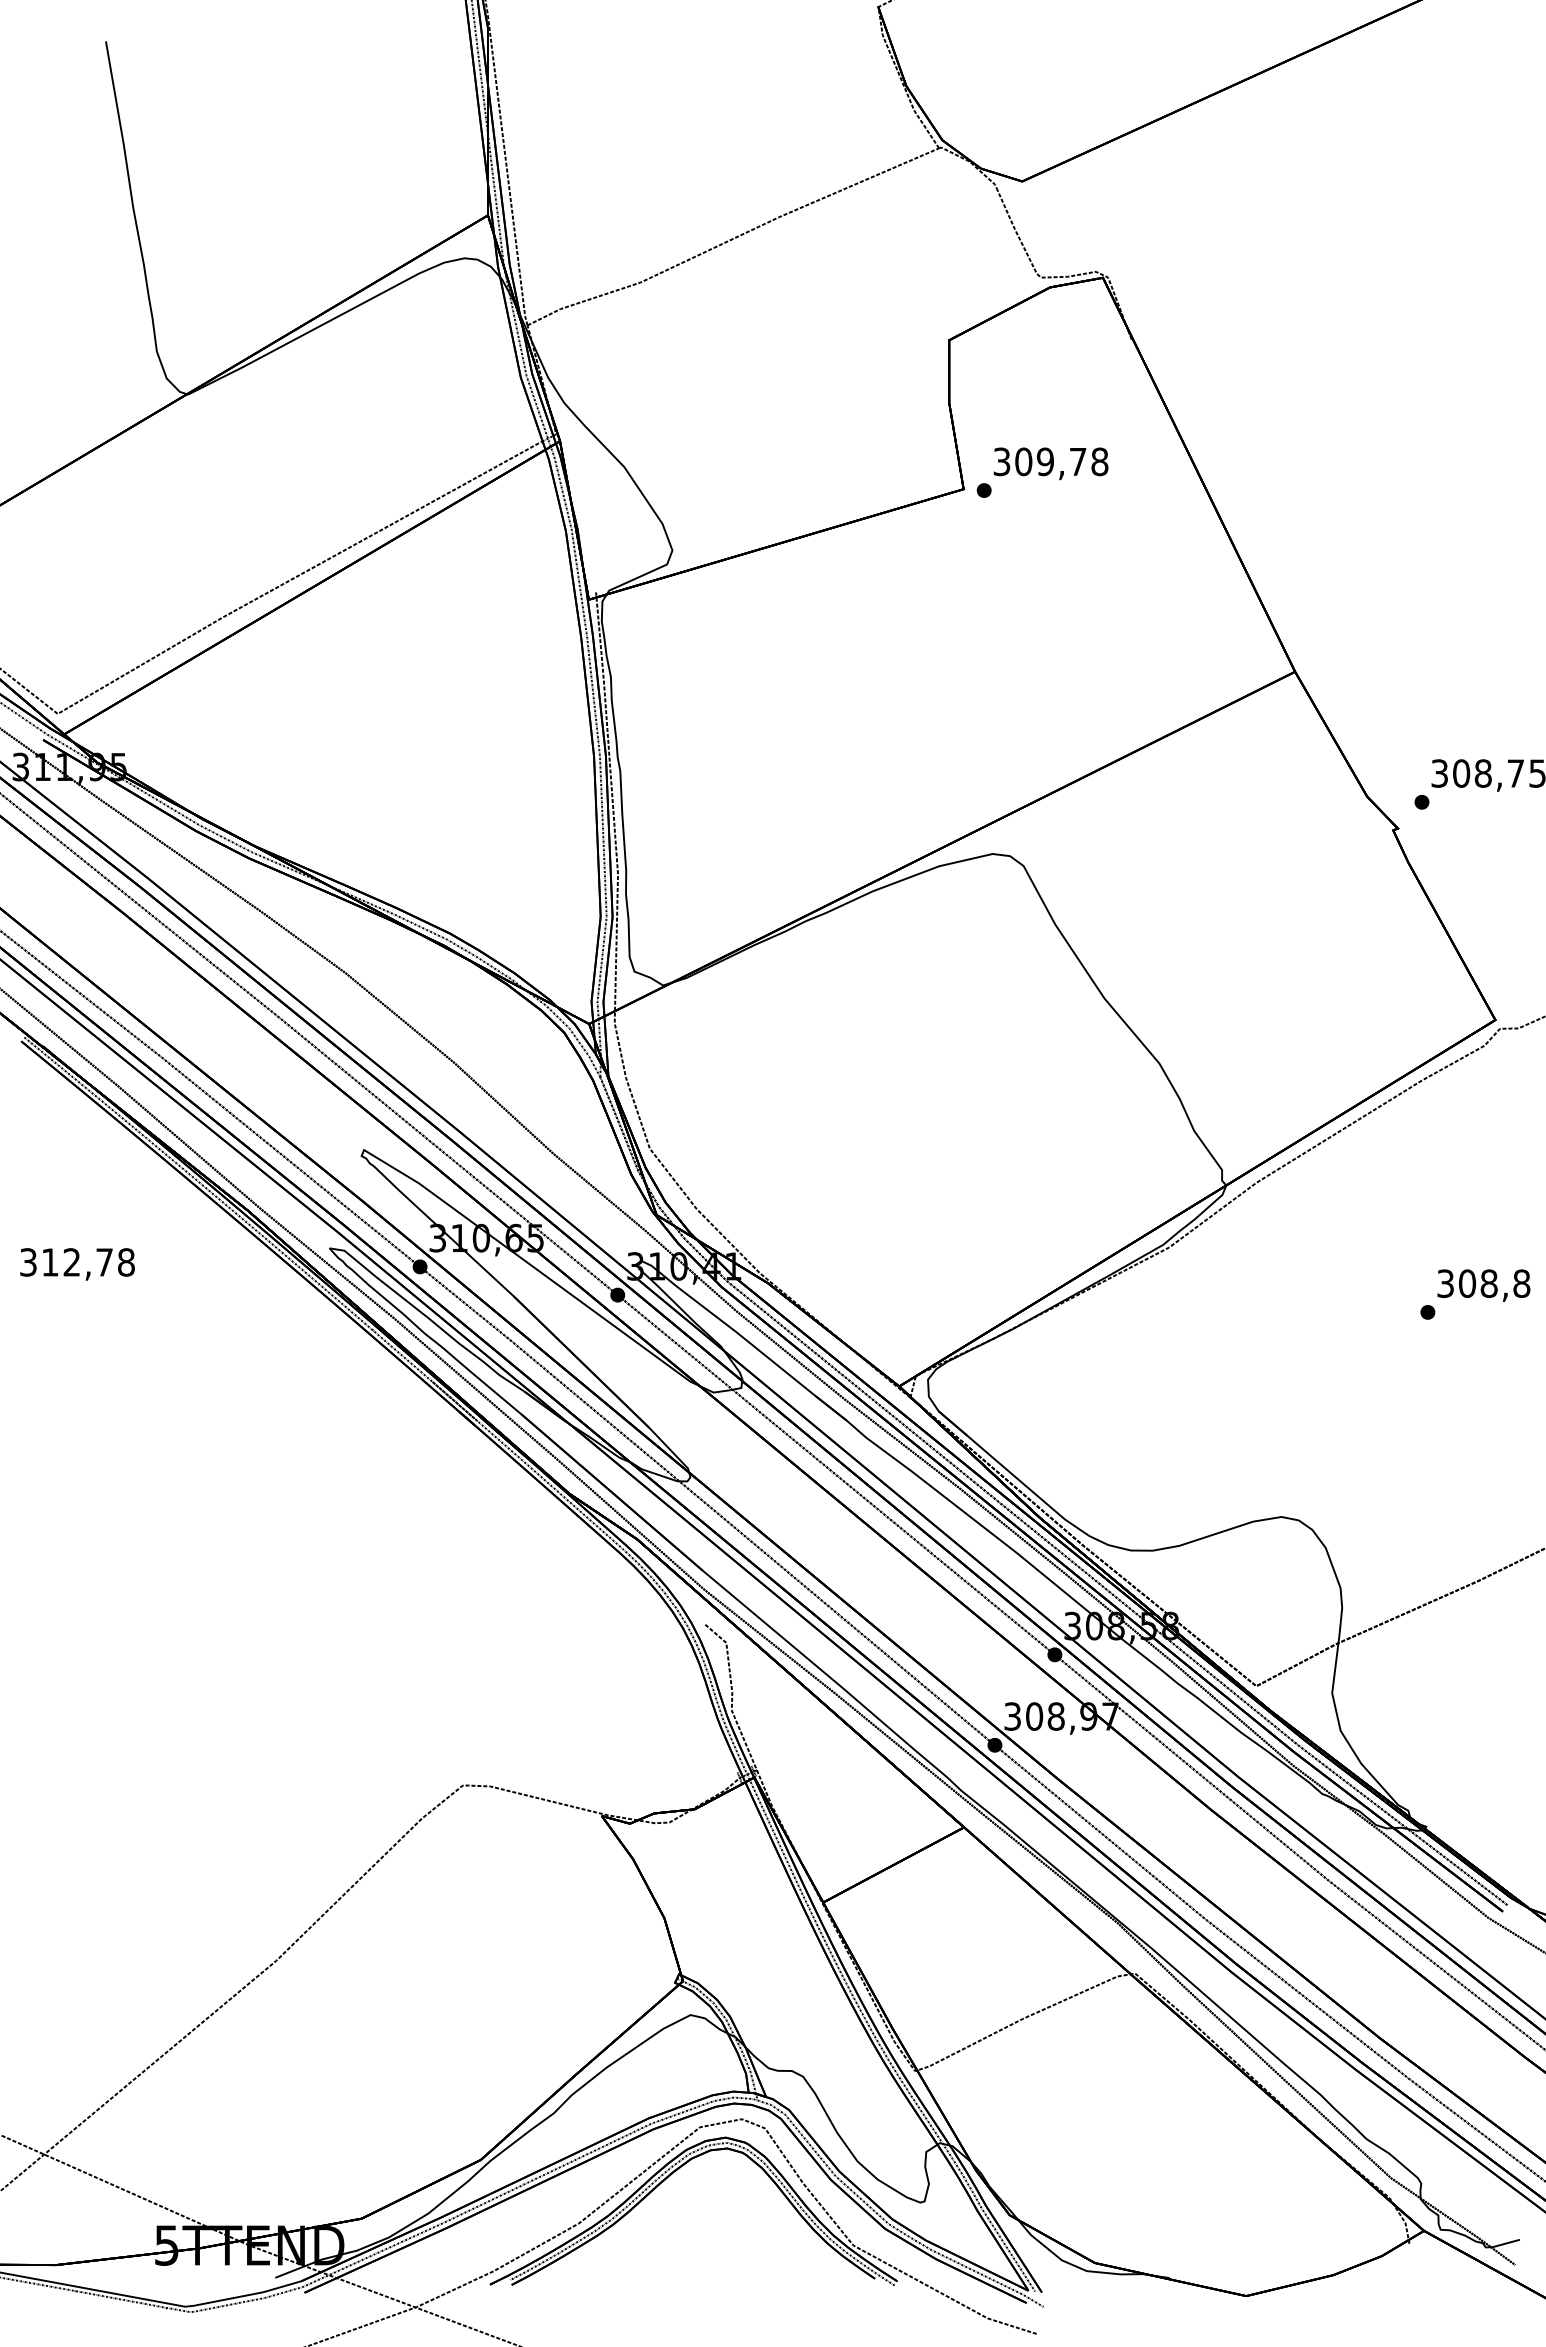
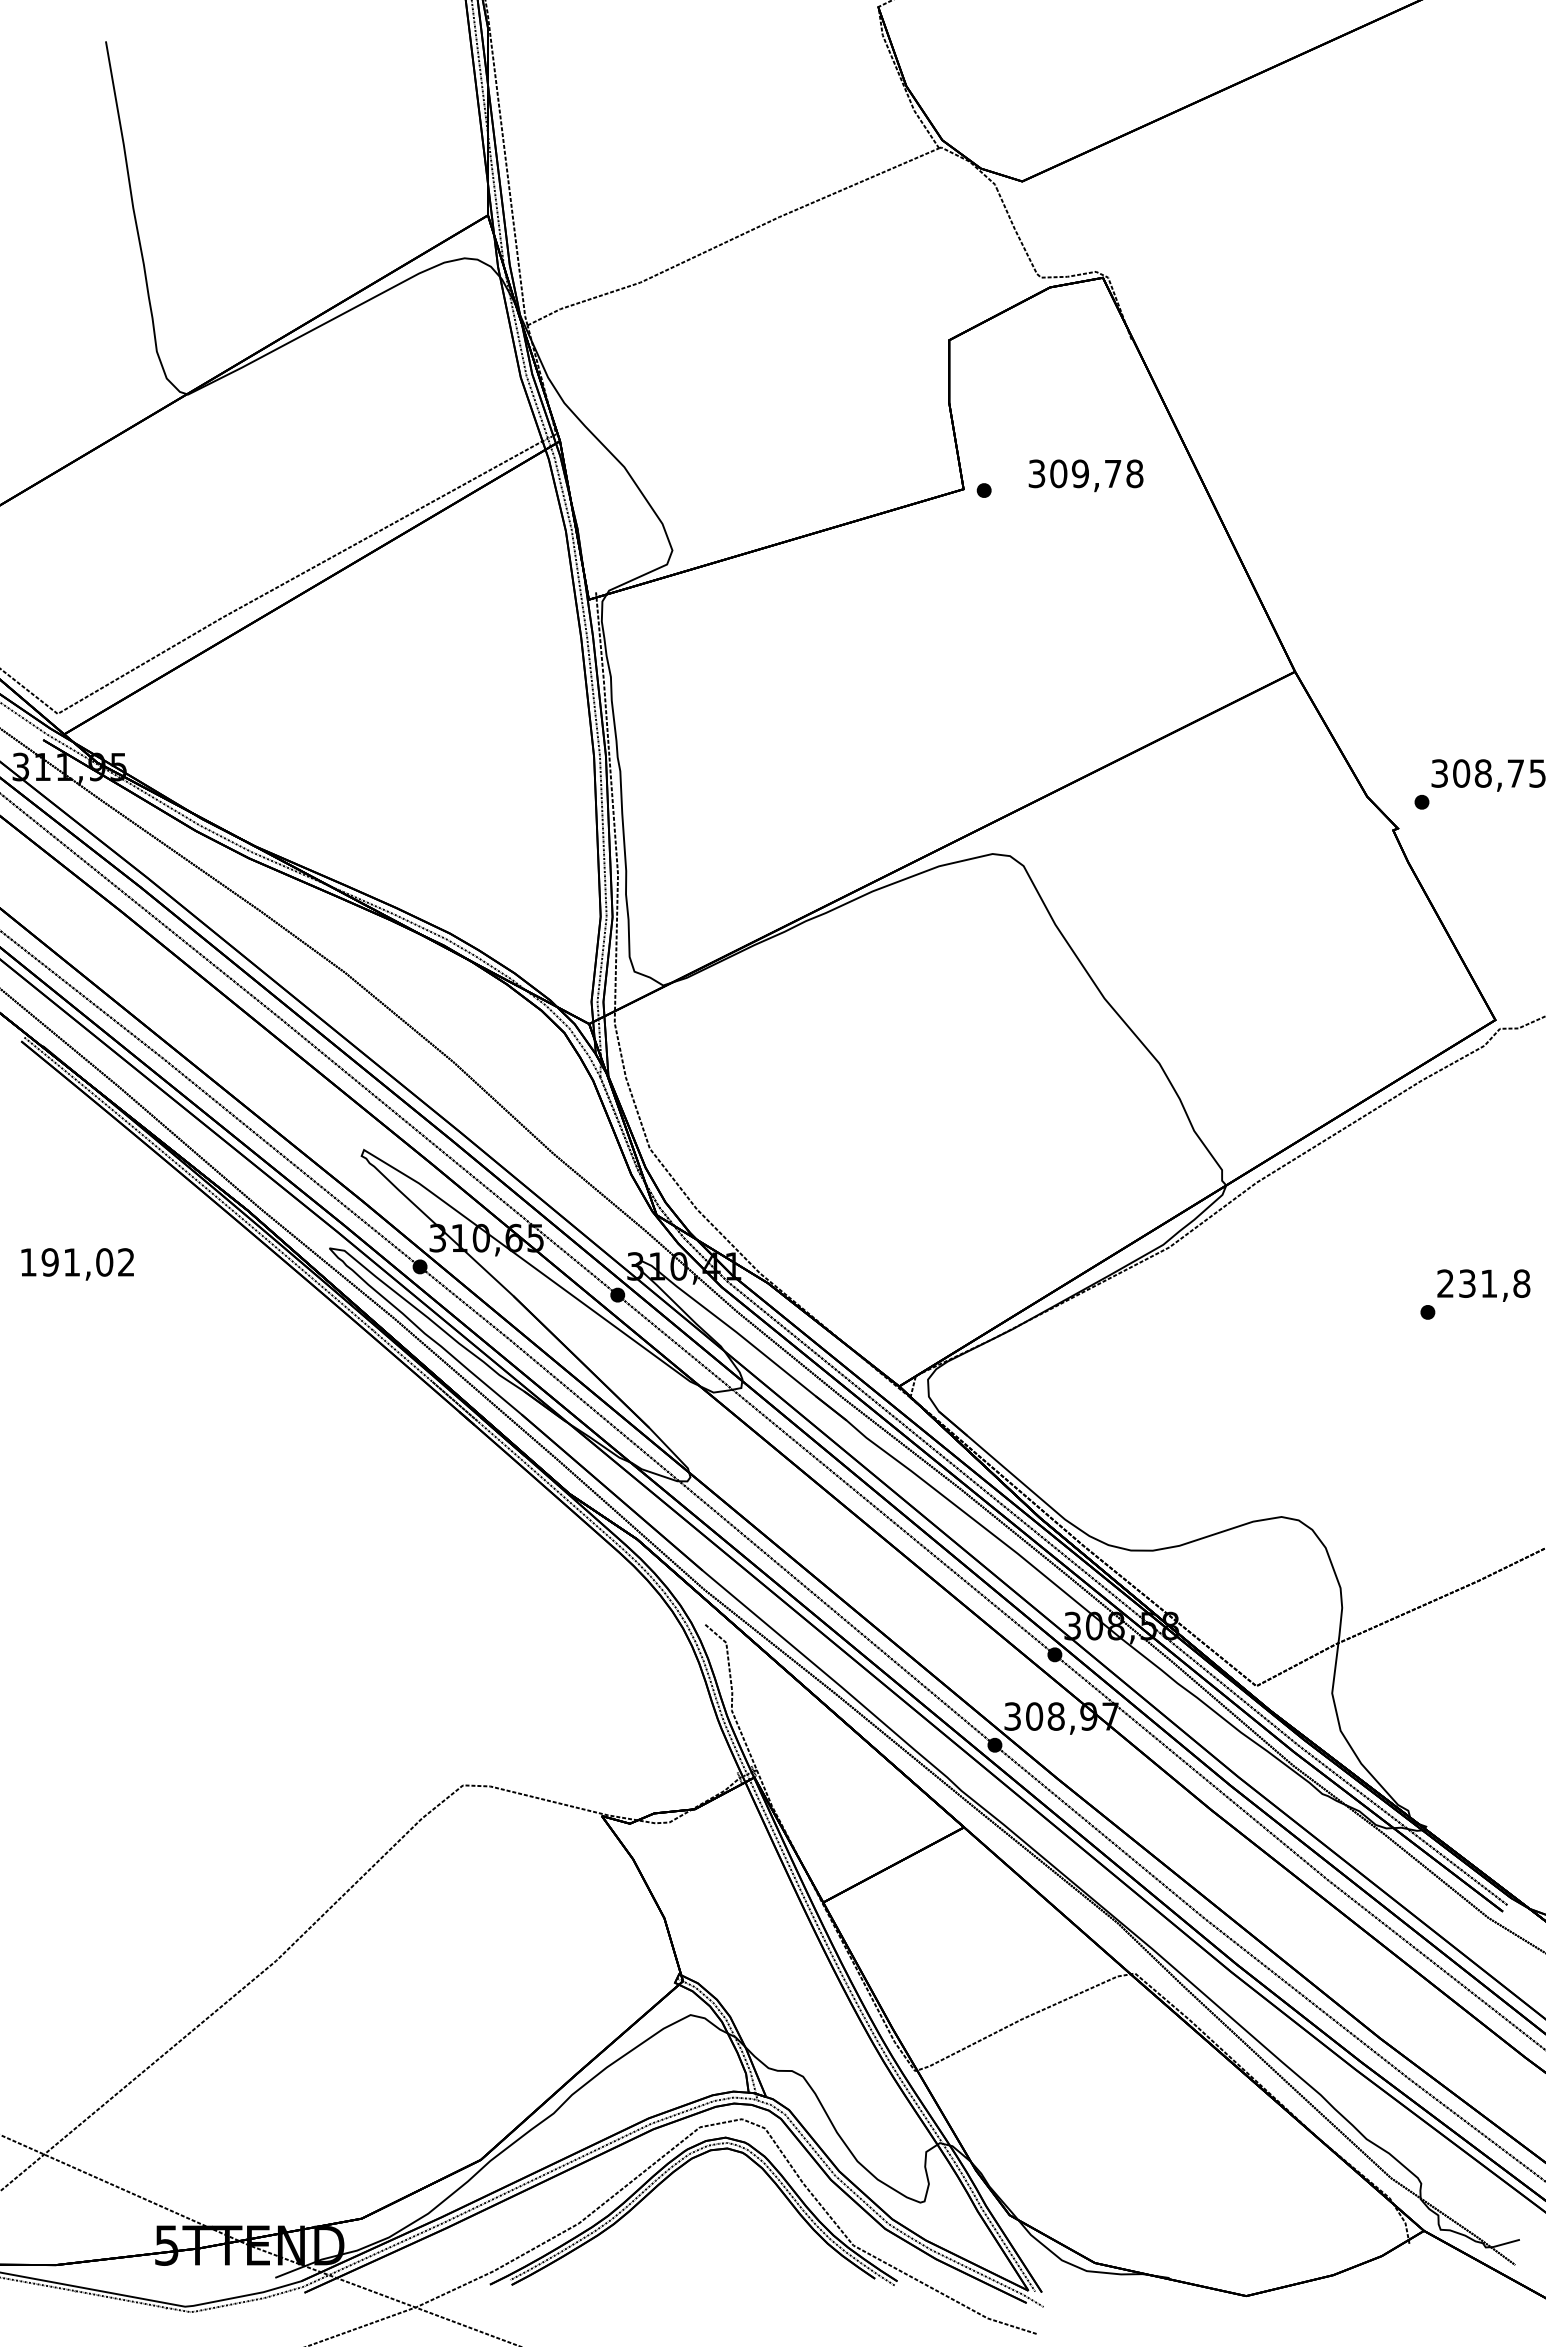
text at (1050, 463) position: (1050, 463) -> (1085, 475)
text at (77, 1262): 312,78 -> 191,02
text at (1467, 1283): 308,8 -> 231,8
